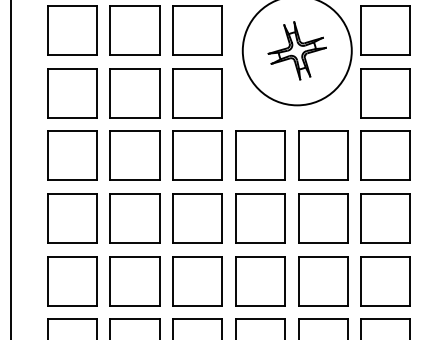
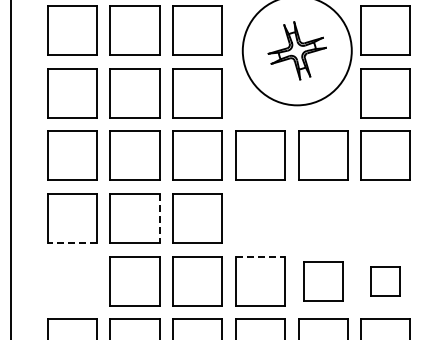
line at (159, 218): solid -> dashed
part at (260, 218): present -> none
part at (323, 218): present -> none
part at (385, 218): present -> none
line at (72, 243): solid -> dashed
line at (260, 256): solid -> dashed
part at (72, 281): present -> none
part at (323, 281) size: 51x51 px -> 41x41 px
part at (385, 281) size: 51x51 px -> 31x31 px
